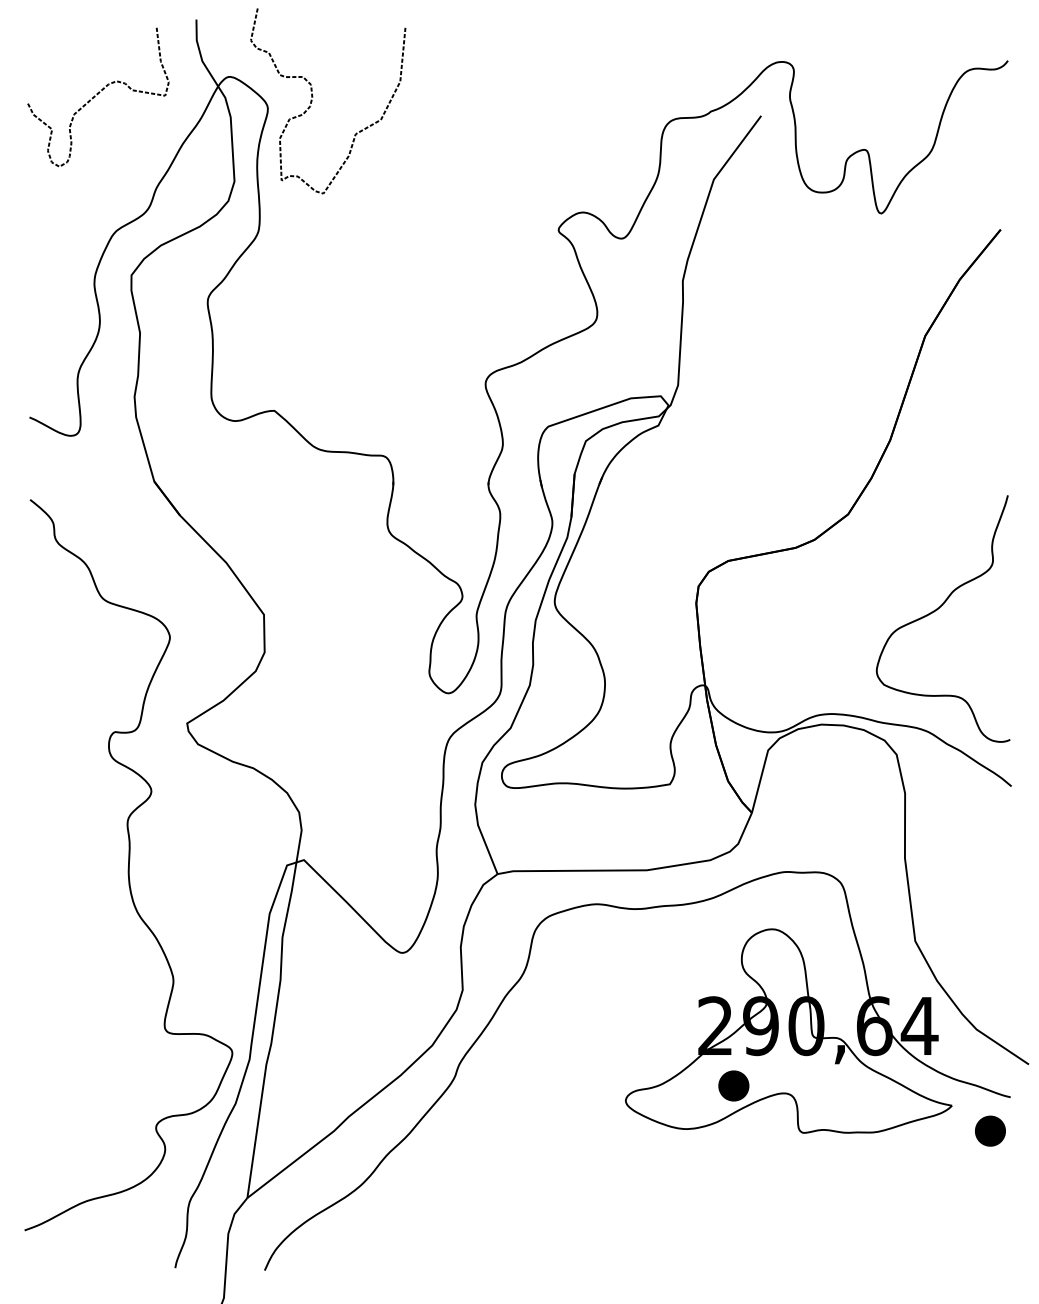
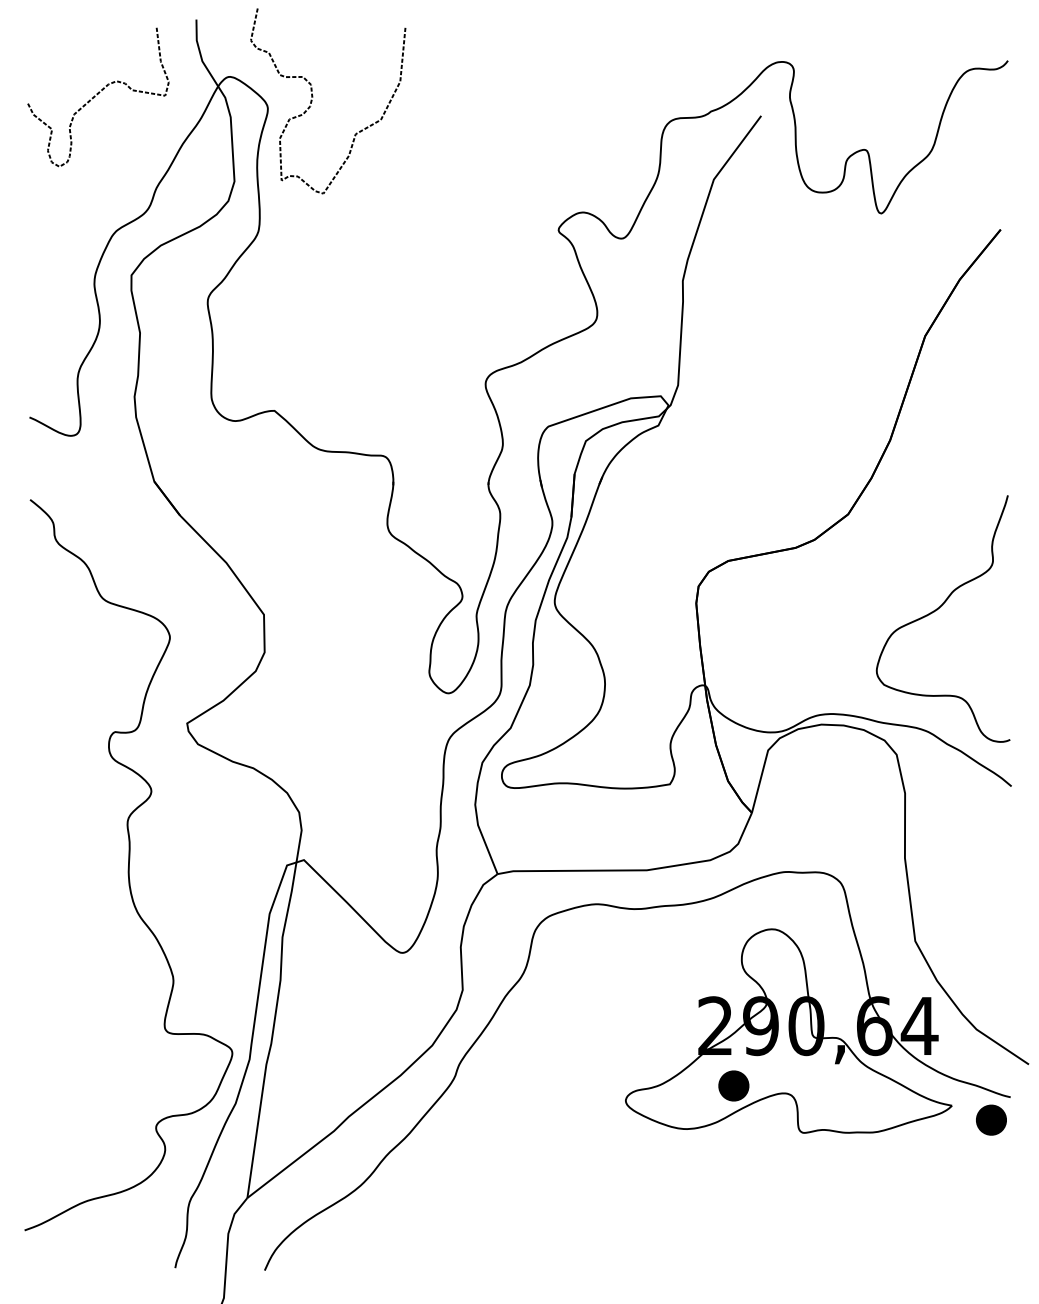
part at (990, 1130) position: (990, 1130) -> (991, 1119)
